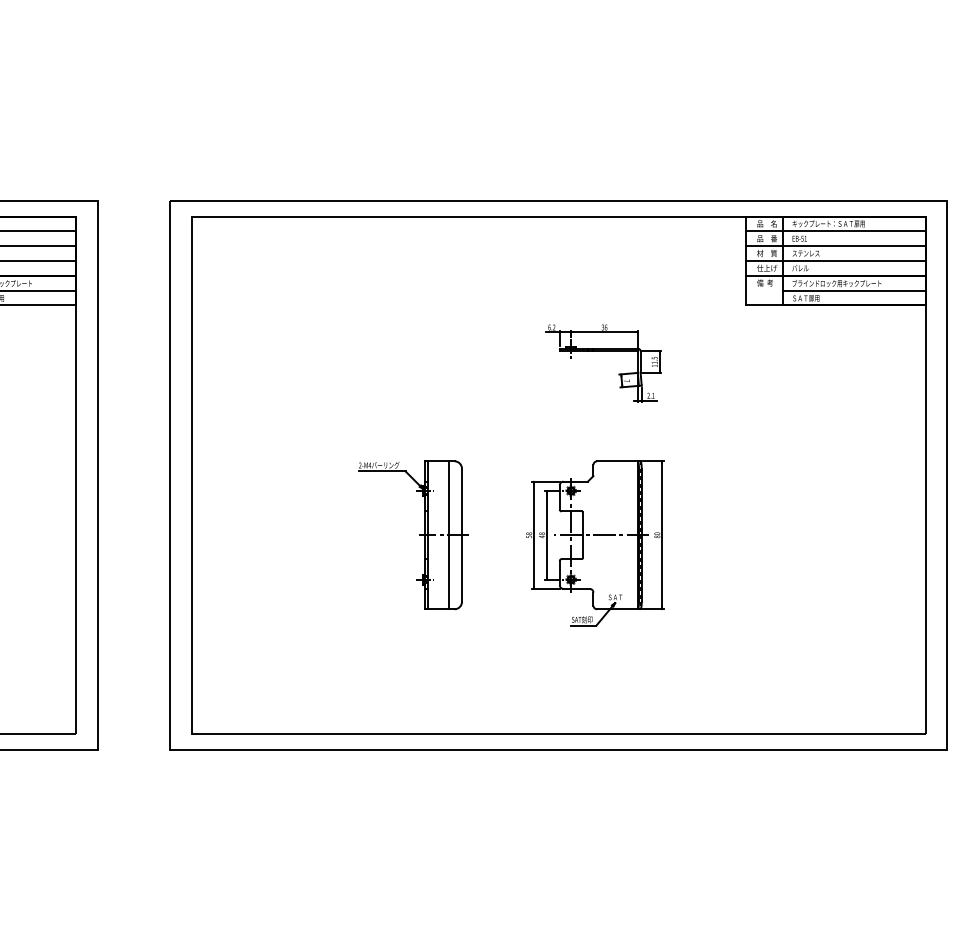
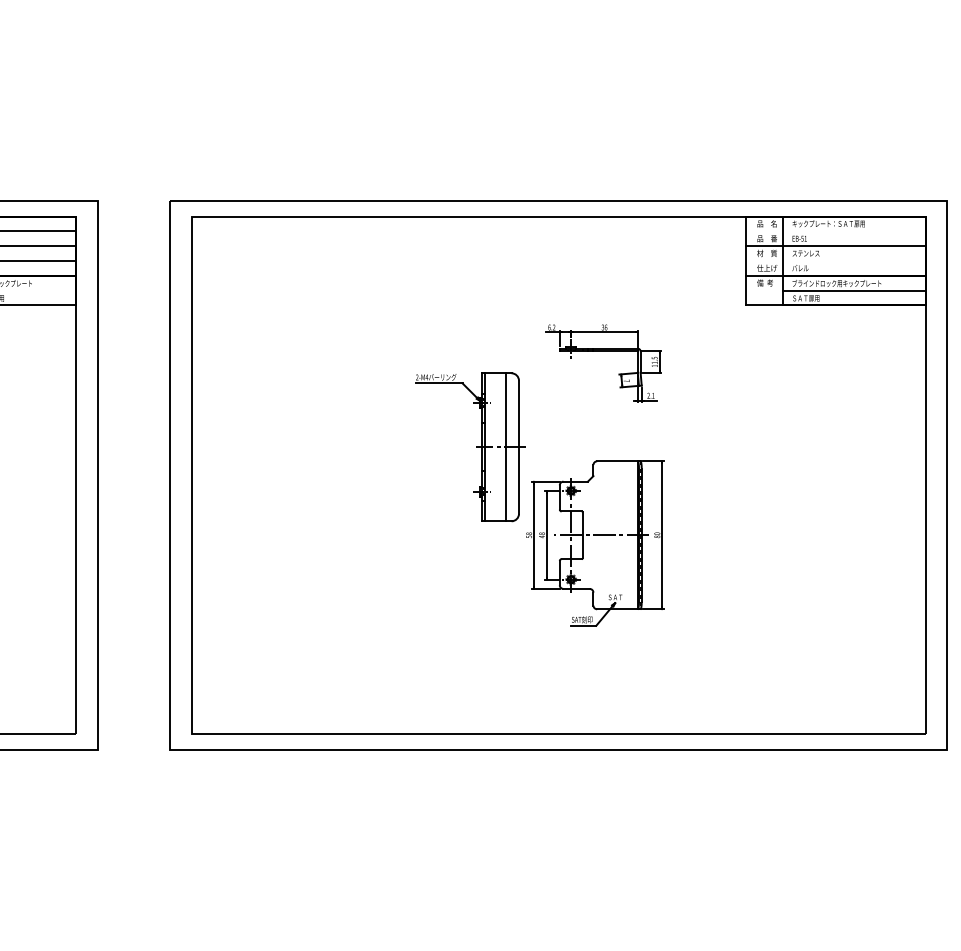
line at (835, 231): present -> none
line at (835, 260): present -> none
line at (39, 290): present -> none
part at (413, 535) position: (413, 535) -> (470, 447)
